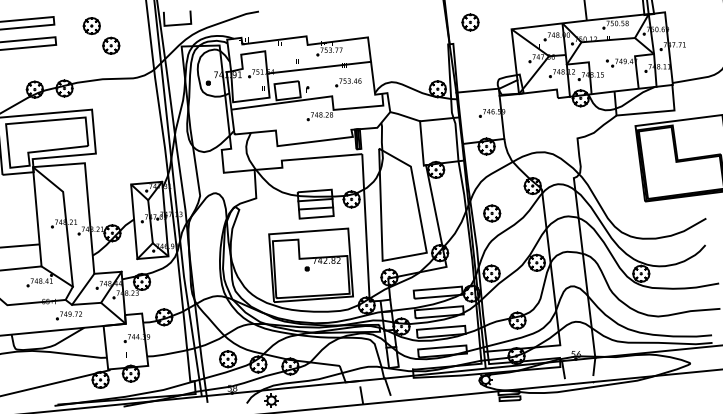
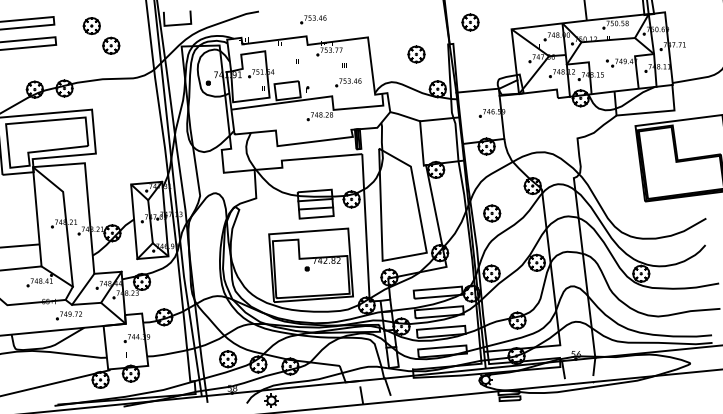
part at (313, 19): none -> present
part at (416, 54): none -> present
line at (319, 67): present -> none
